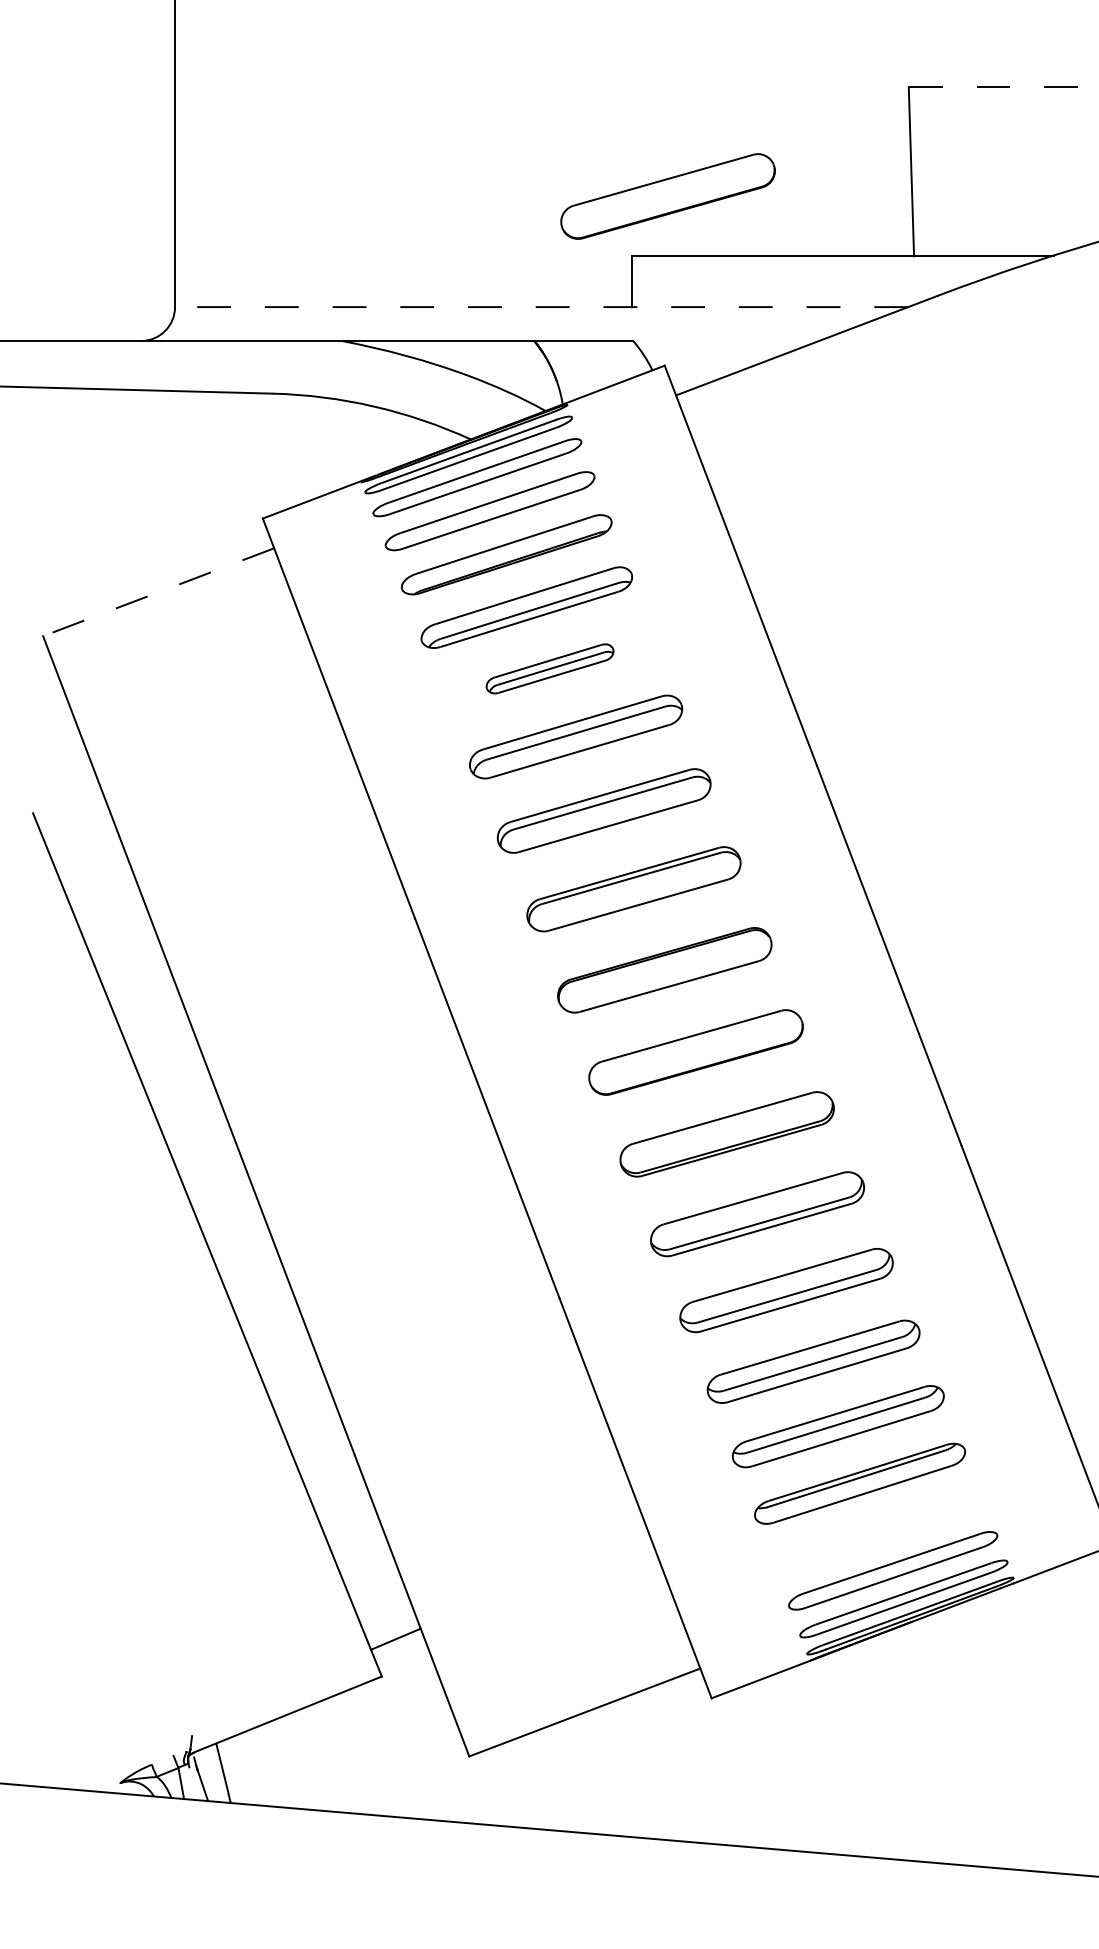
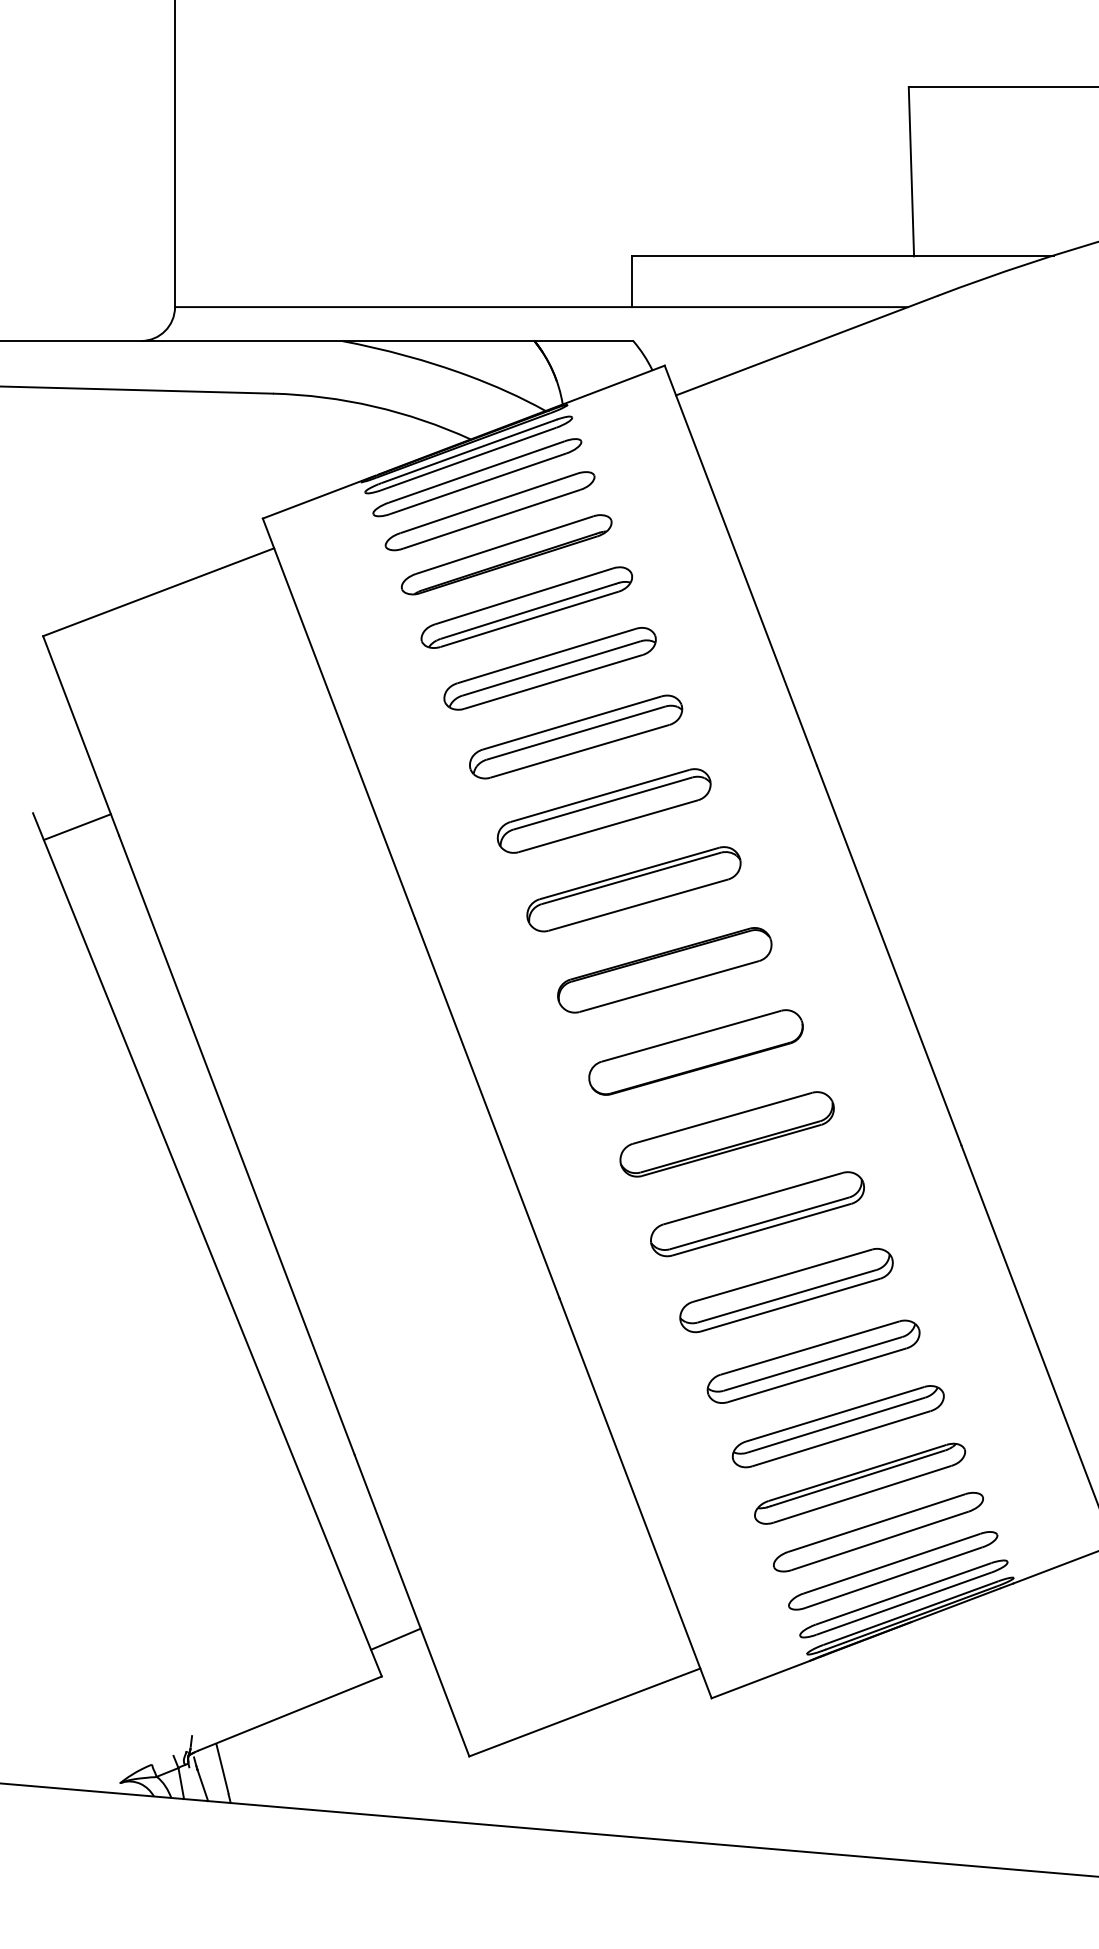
line at (1003, 87): dashed -> solid
part at (667, 196): present -> none
line at (541, 307): dashed -> solid
line at (158, 592): dashed -> solid
part at (549, 668) size: 130x52 px -> 214x84 px
line at (76, 827): none -> present
part at (878, 1531): none -> present
